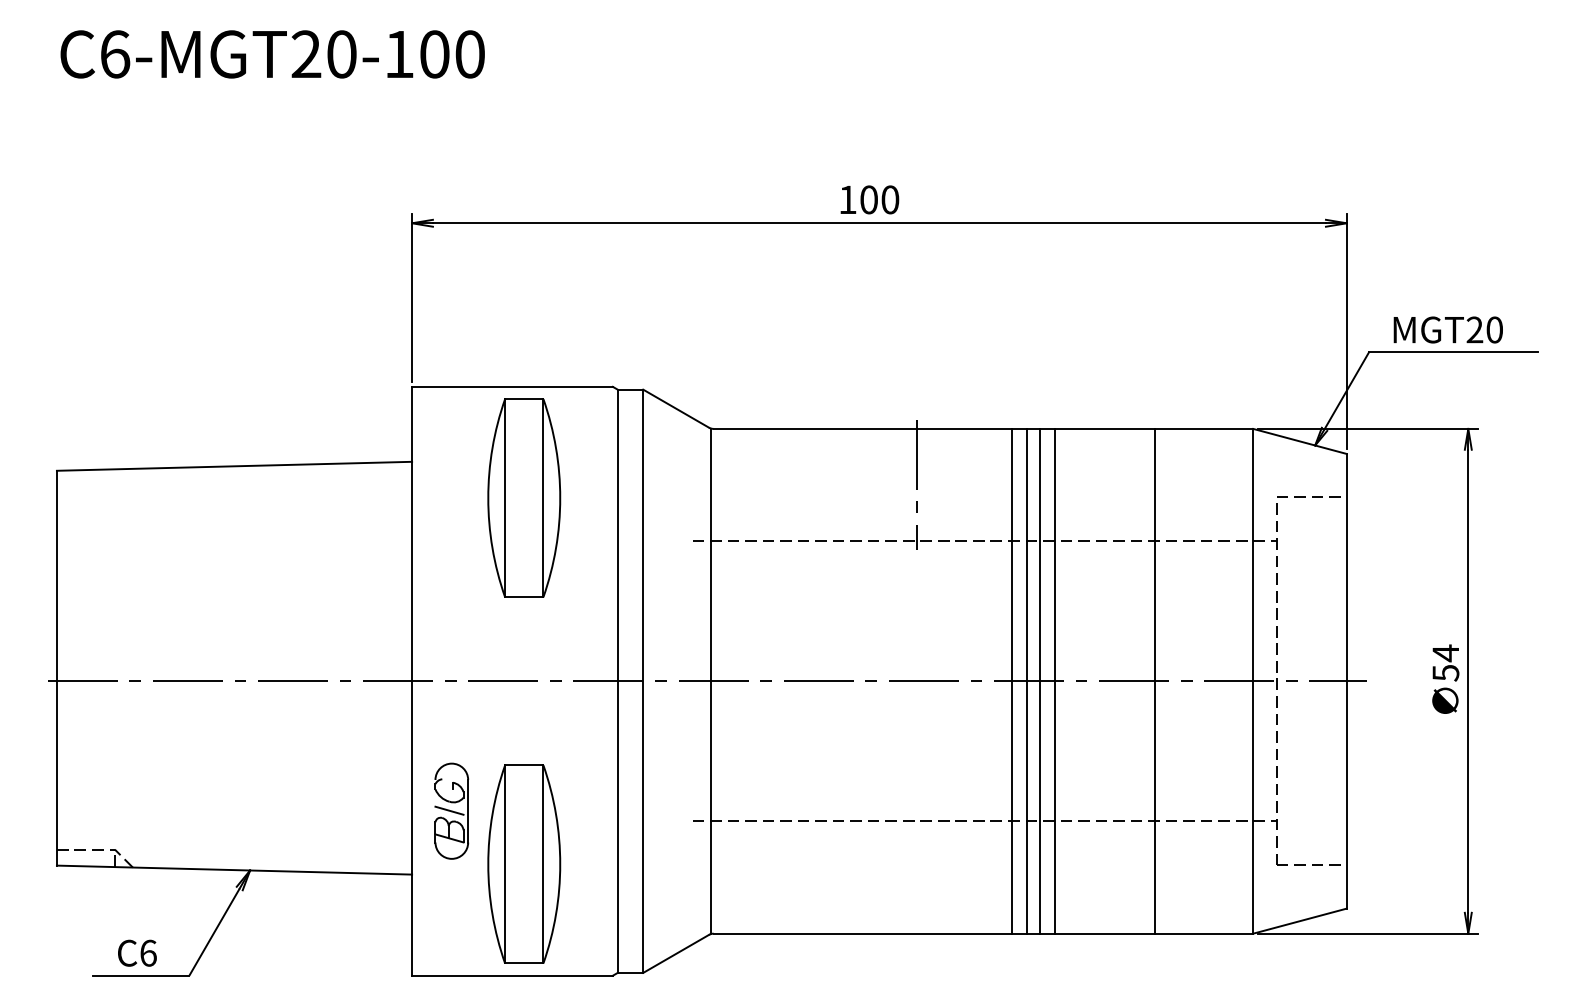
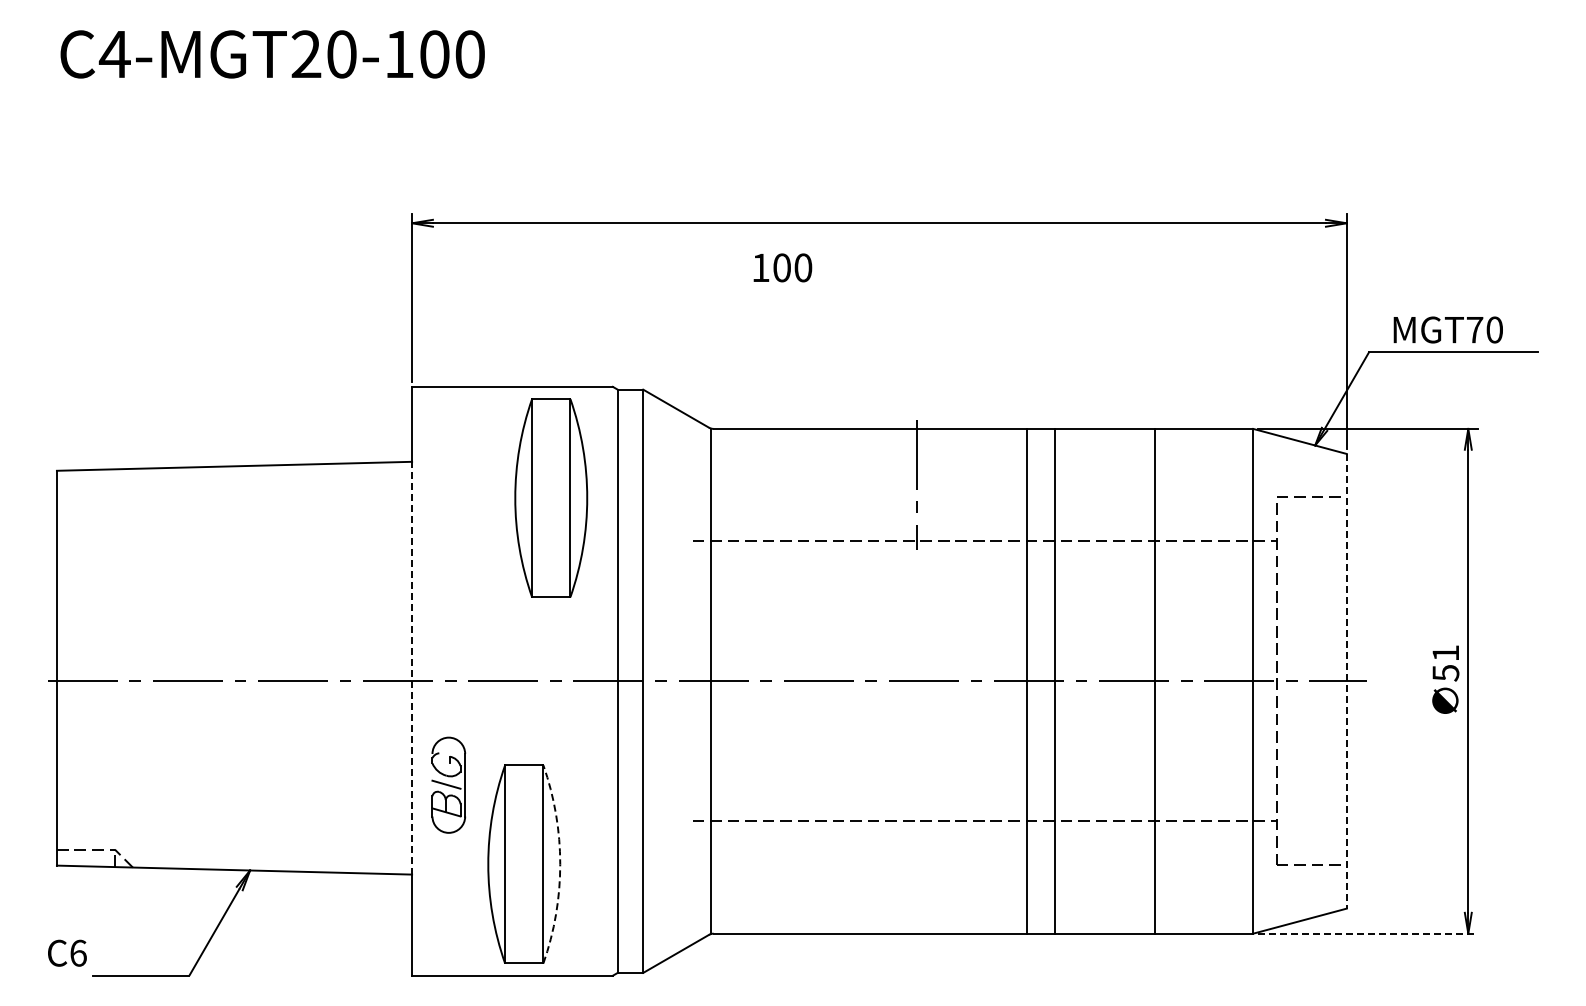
text at (114, 54): C6-MGT20-100 -> C4-MGT20-100
text at (869, 199) position: (869, 199) -> (782, 267)
text at (1474, 329): MGT20 -> MGT70
part at (524, 497) position: (524, 497) -> (551, 497)
text at (1445, 653): 54 -> 51
line at (412, 667): solid -> dashed
line at (1012, 680): present -> none
line at (1040, 680): present -> none
line at (1346, 681): solid -> dashed
part at (451, 810) position: (451, 810) -> (448, 784)
arc at (560, 864): solid -> dashed
line at (1367, 933): solid -> dashed
text at (137, 952) position: (137, 952) -> (67, 952)
